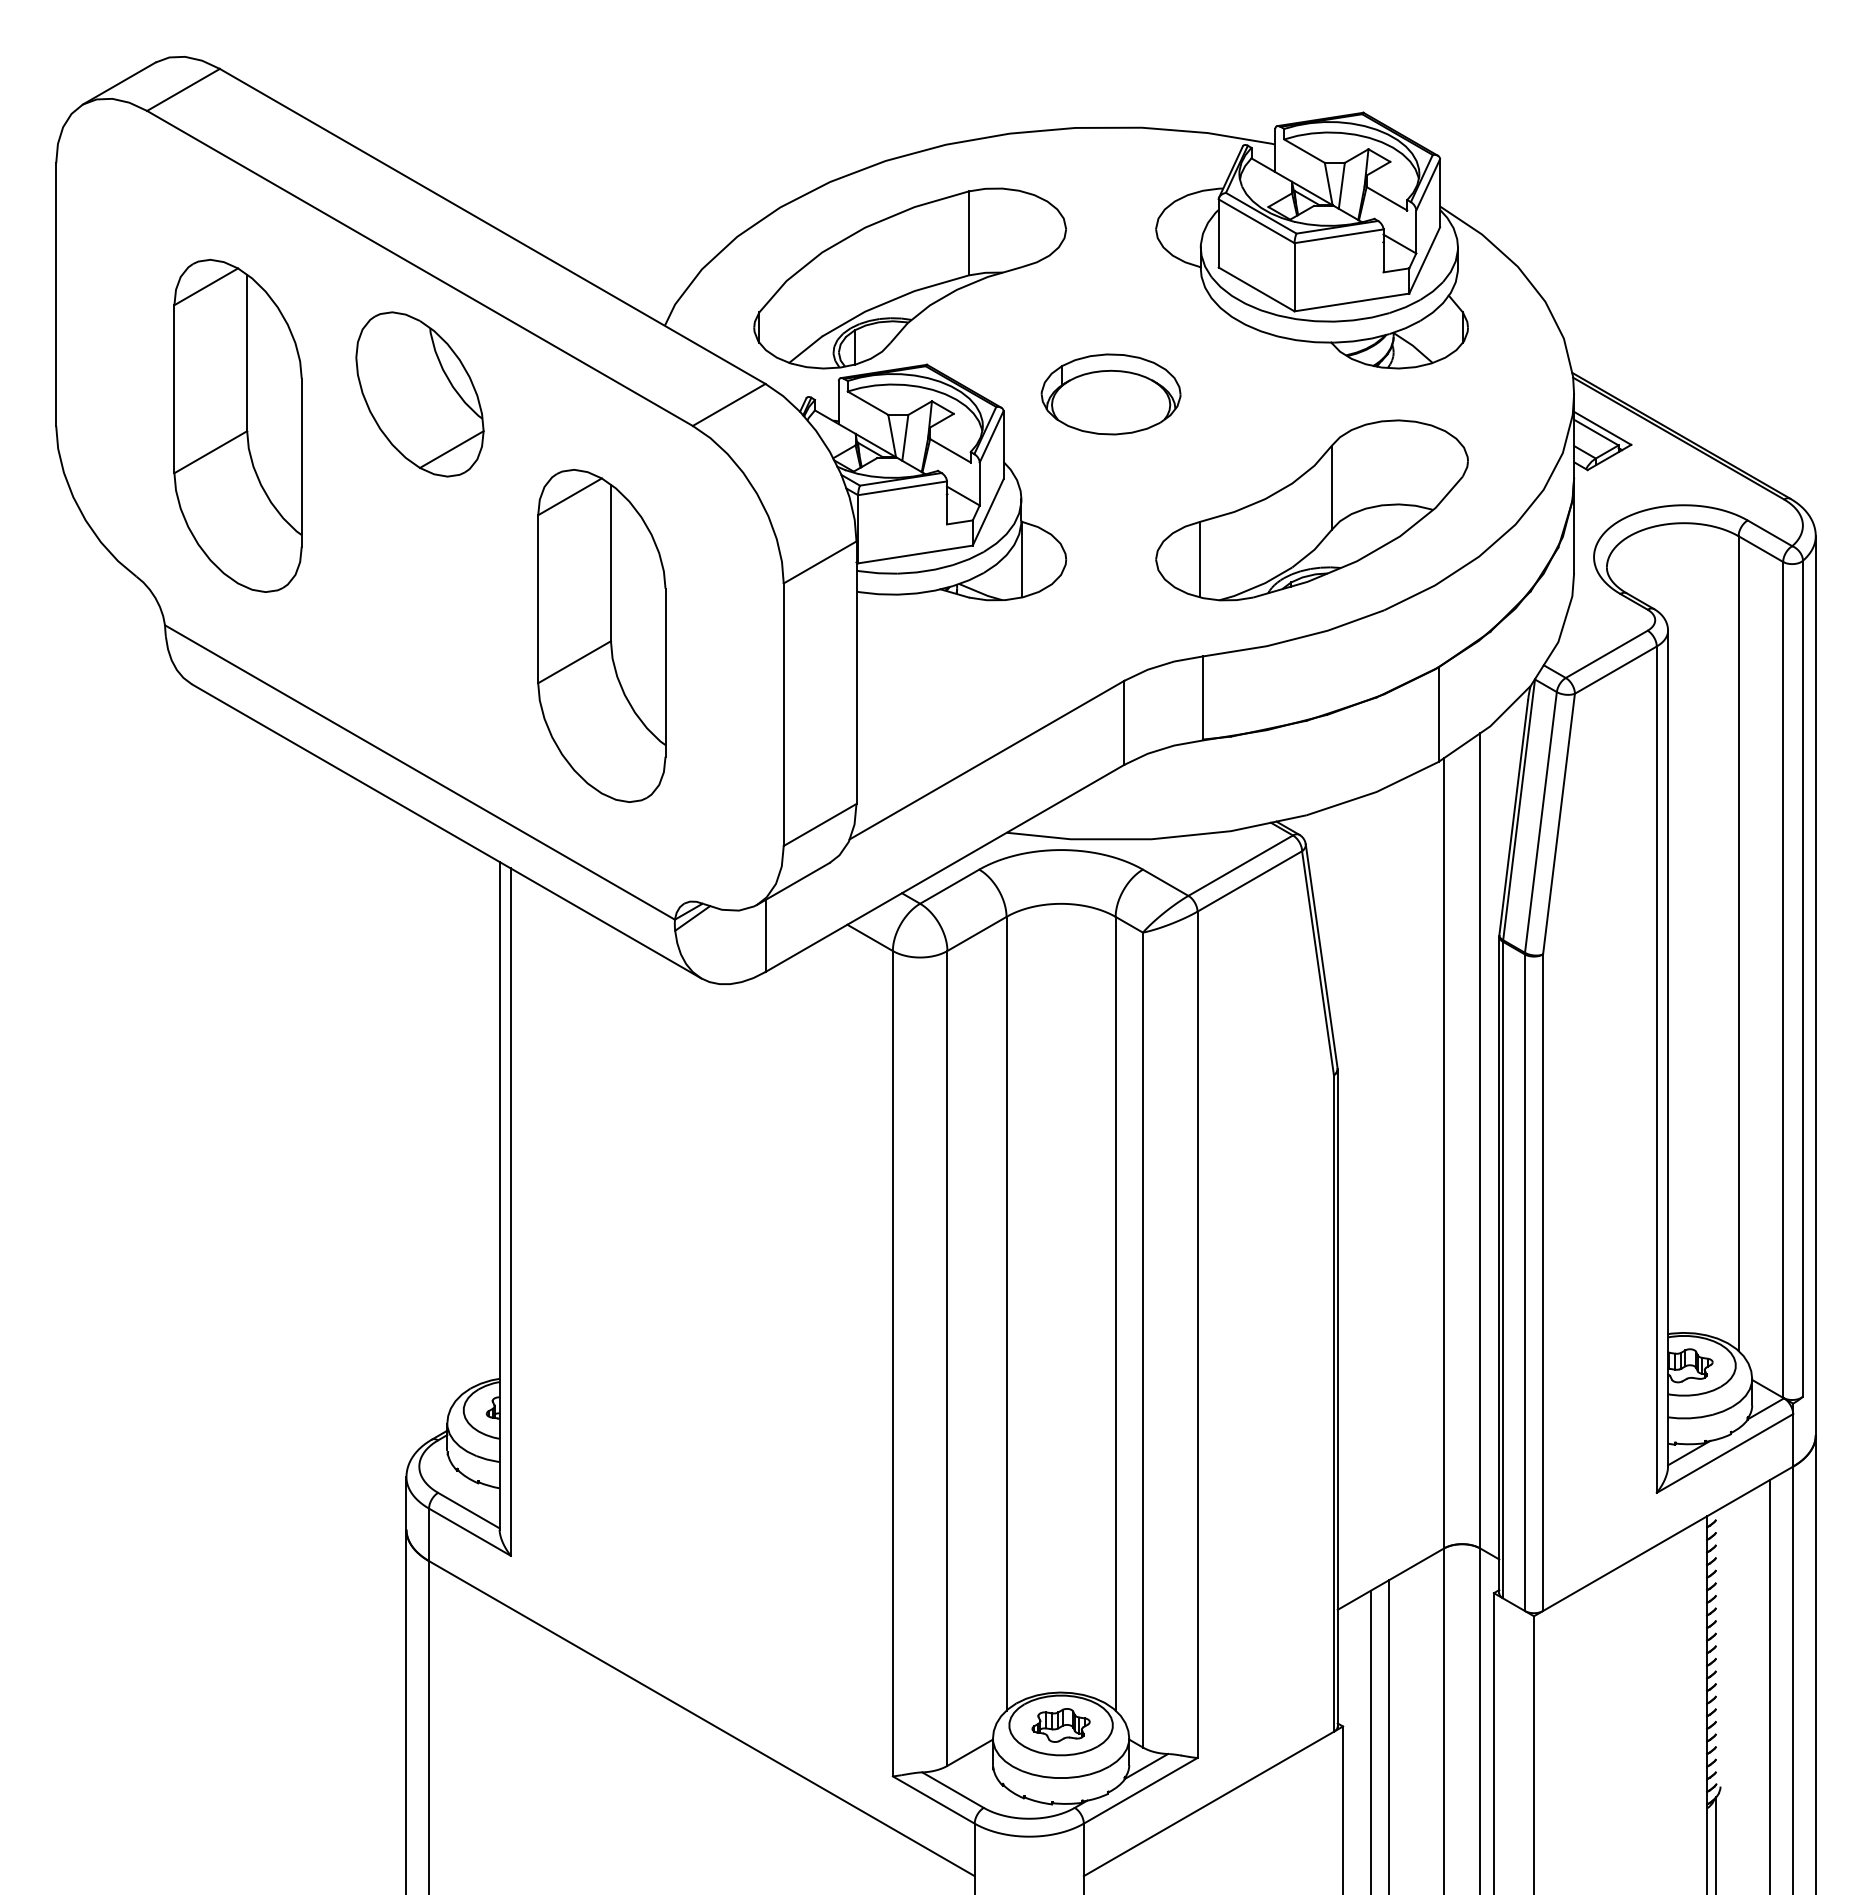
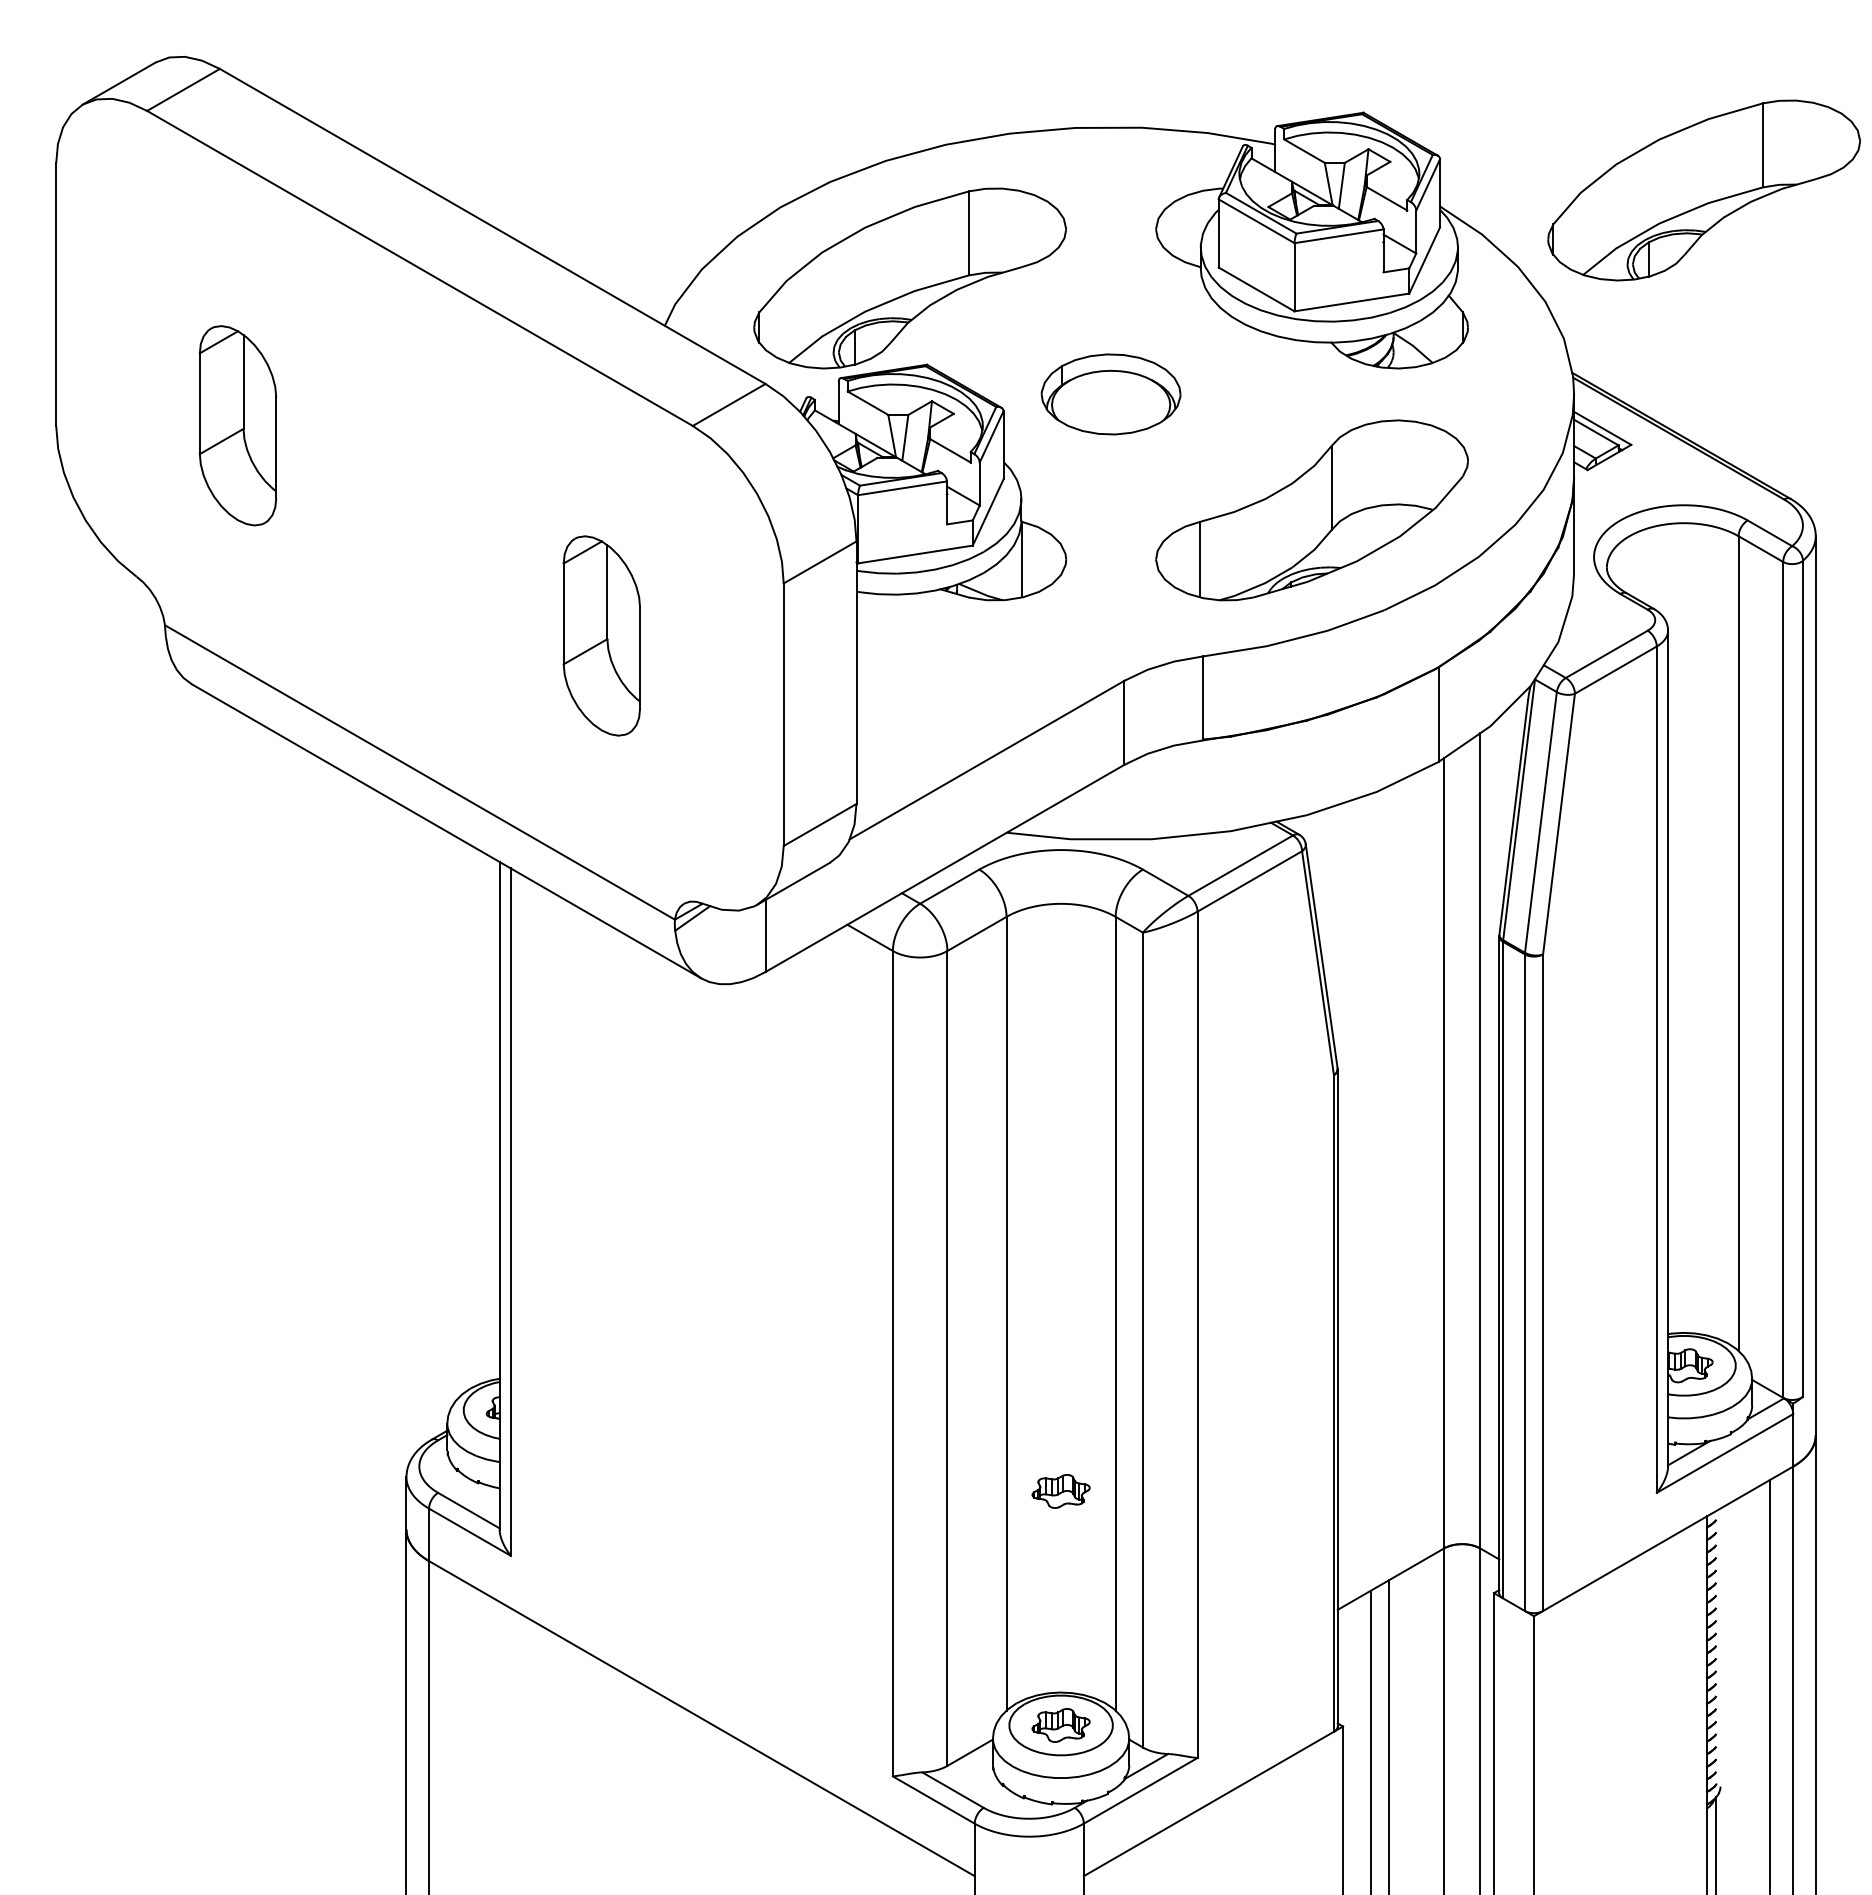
part at (1703, 190): none -> present
part at (419, 394): present -> none
part at (237, 425) size: 130x335 px -> 80x202 px
part at (601, 635) size: 130x334 px -> 79x202 px
part at (1060, 1491): none -> present
